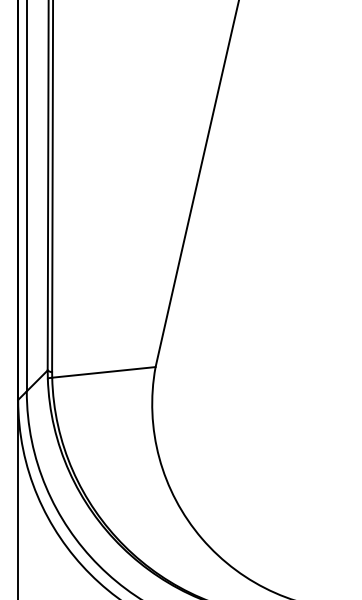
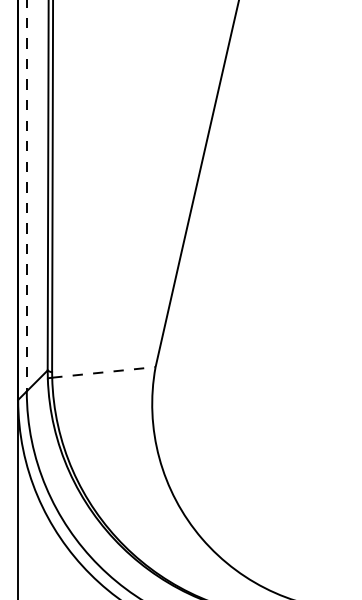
line at (26, 196): solid -> dashed
line at (103, 372): solid -> dashed
